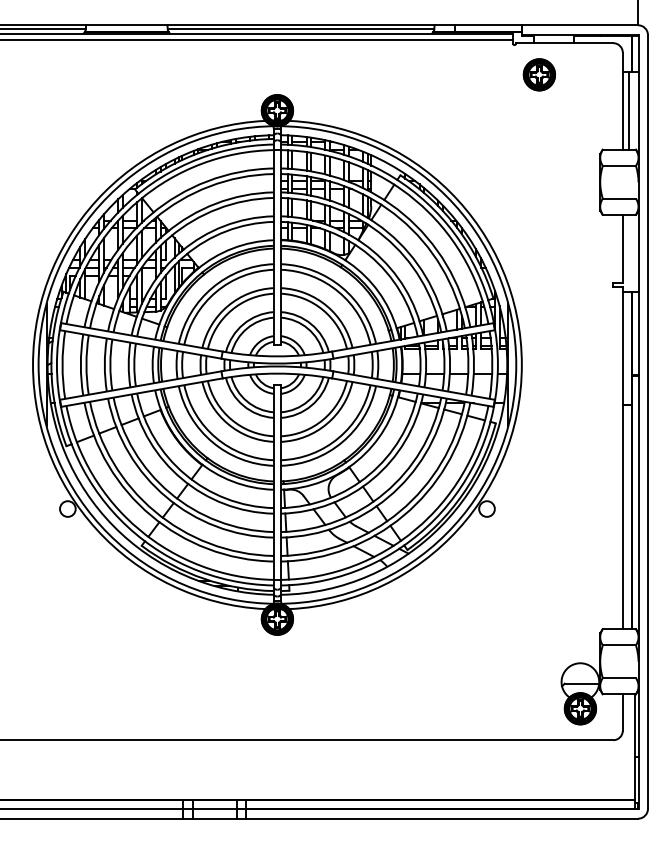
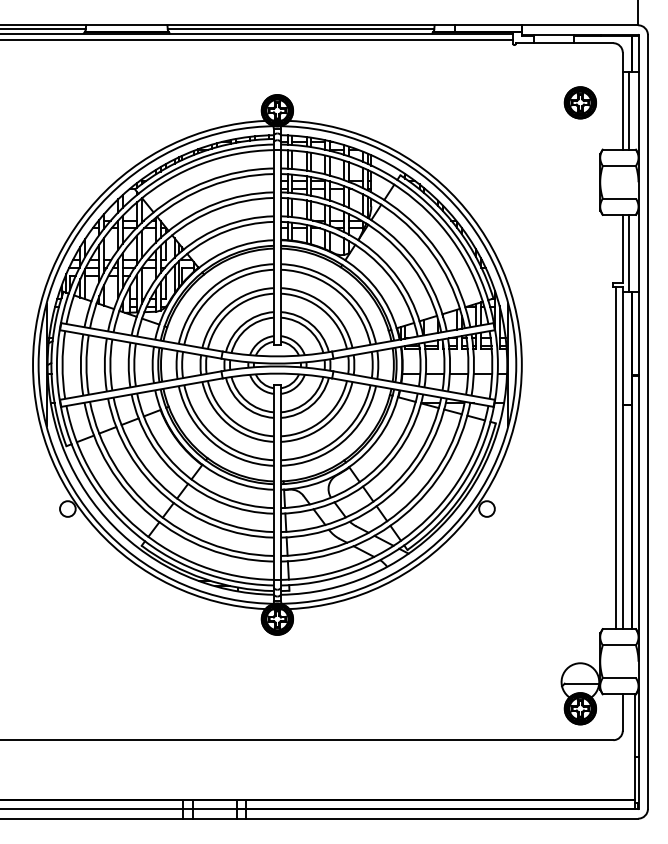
part at (538, 74) position: (538, 74) -> (579, 102)
line at (628, 253): none -> present
line at (616, 457): none -> present
